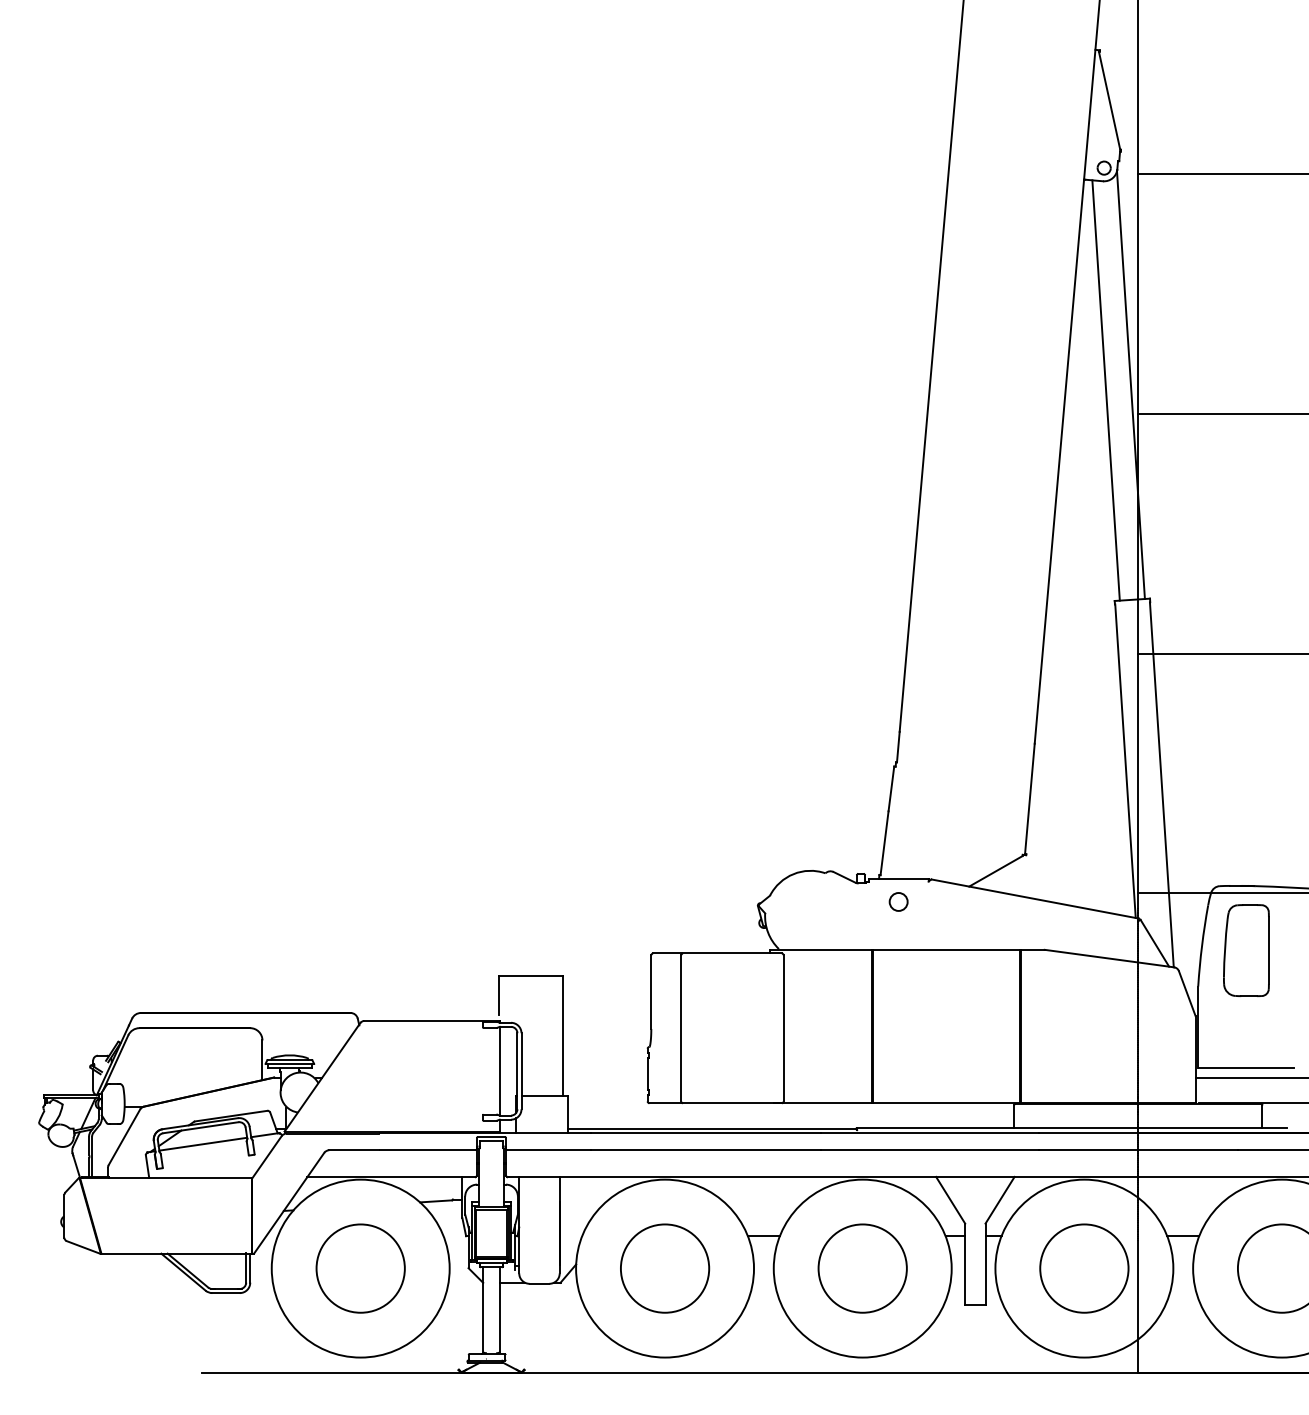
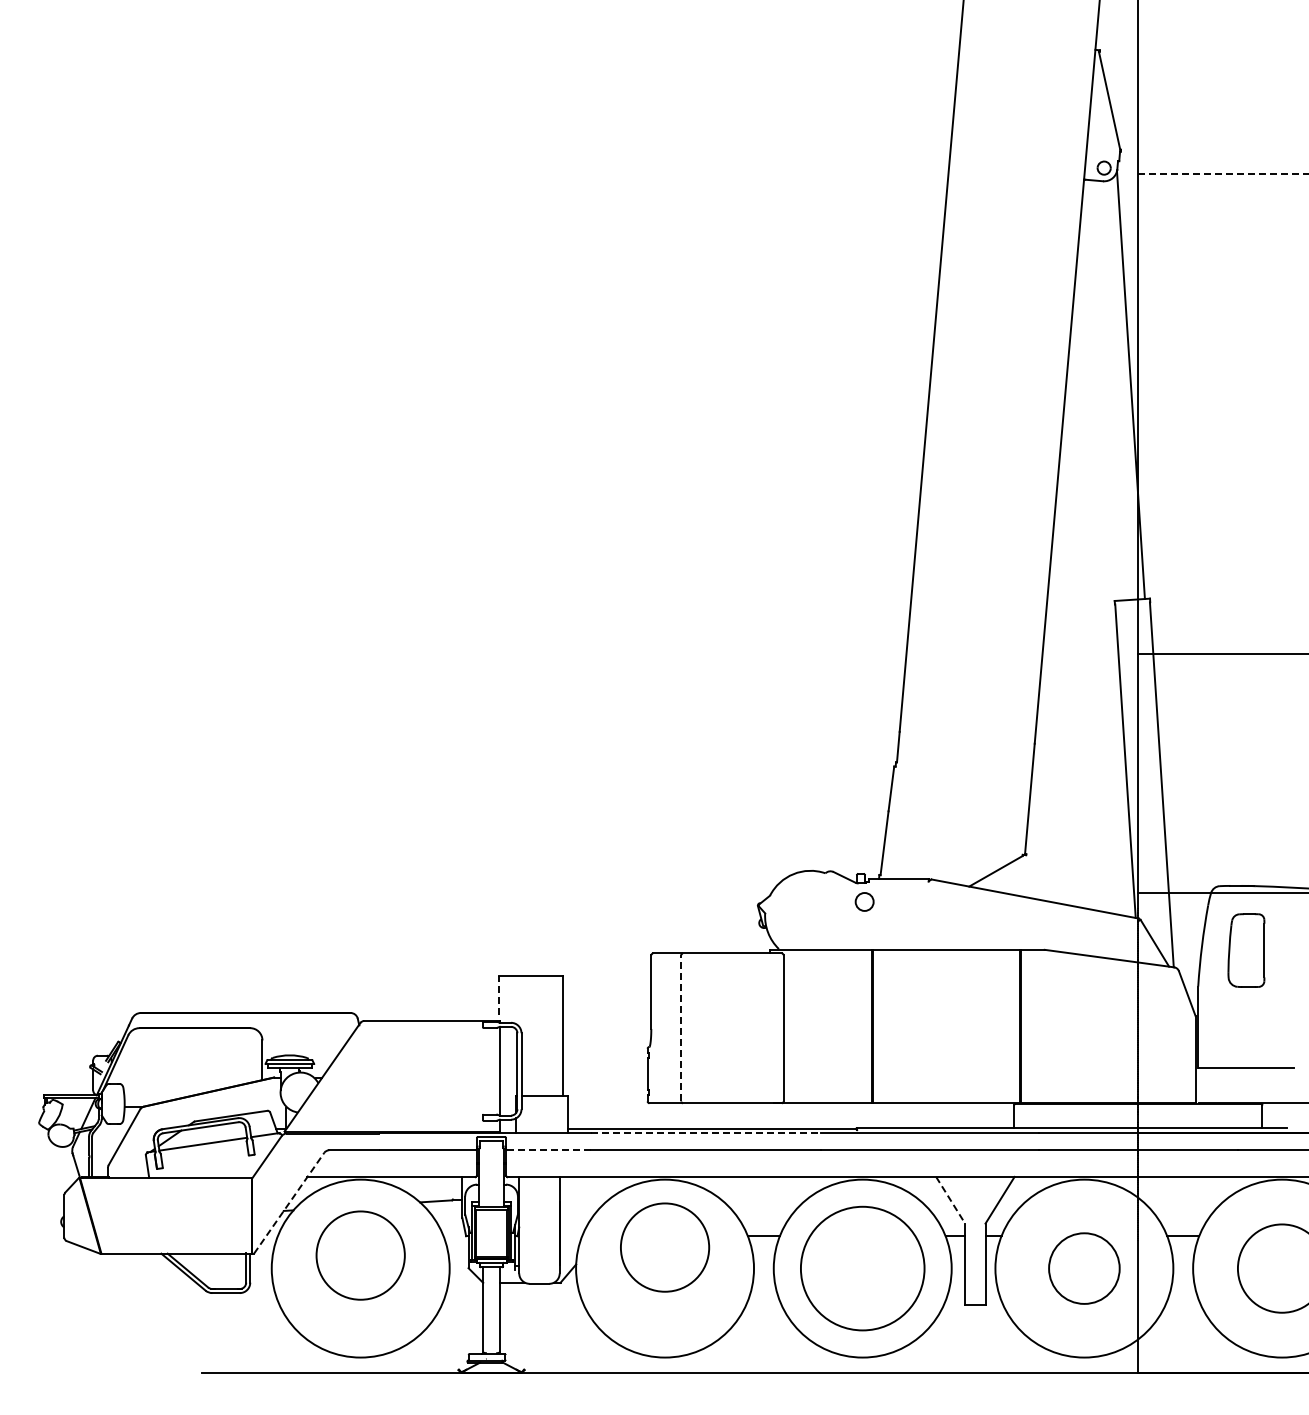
line at (1224, 174): solid -> dashed
line at (1105, 390): present -> none
line at (1221, 414): present -> none
circle at (898, 901) position: (898, 901) -> (864, 901)
part at (1246, 950) size: 47x93 px -> 39x75 px
line at (498, 994): solid -> dashed
line at (681, 1027): solid -> dashed
line at (1250, 1078): present -> none
line at (705, 1133): solid -> dashed
line at (548, 1150): solid -> dashed
line at (950, 1200): solid -> dashed
line at (289, 1202): solid -> dashed
circle at (360, 1268) position: (360, 1268) -> (360, 1255)
circle at (665, 1268) position: (665, 1268) -> (665, 1247)
circle at (862, 1268) diameter: 88 px -> 124 px
circle at (1084, 1268) diameter: 88 px -> 71 px
